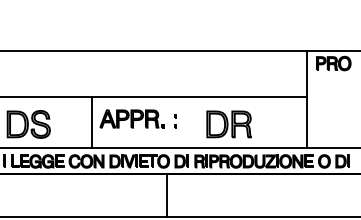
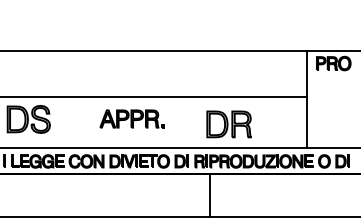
line at (175, 118): present -> none
line at (91, 122): present -> none
part at (28, 124) position: (28, 124) -> (28, 119)
line at (167, 195) position: (167, 195) -> (210, 195)
